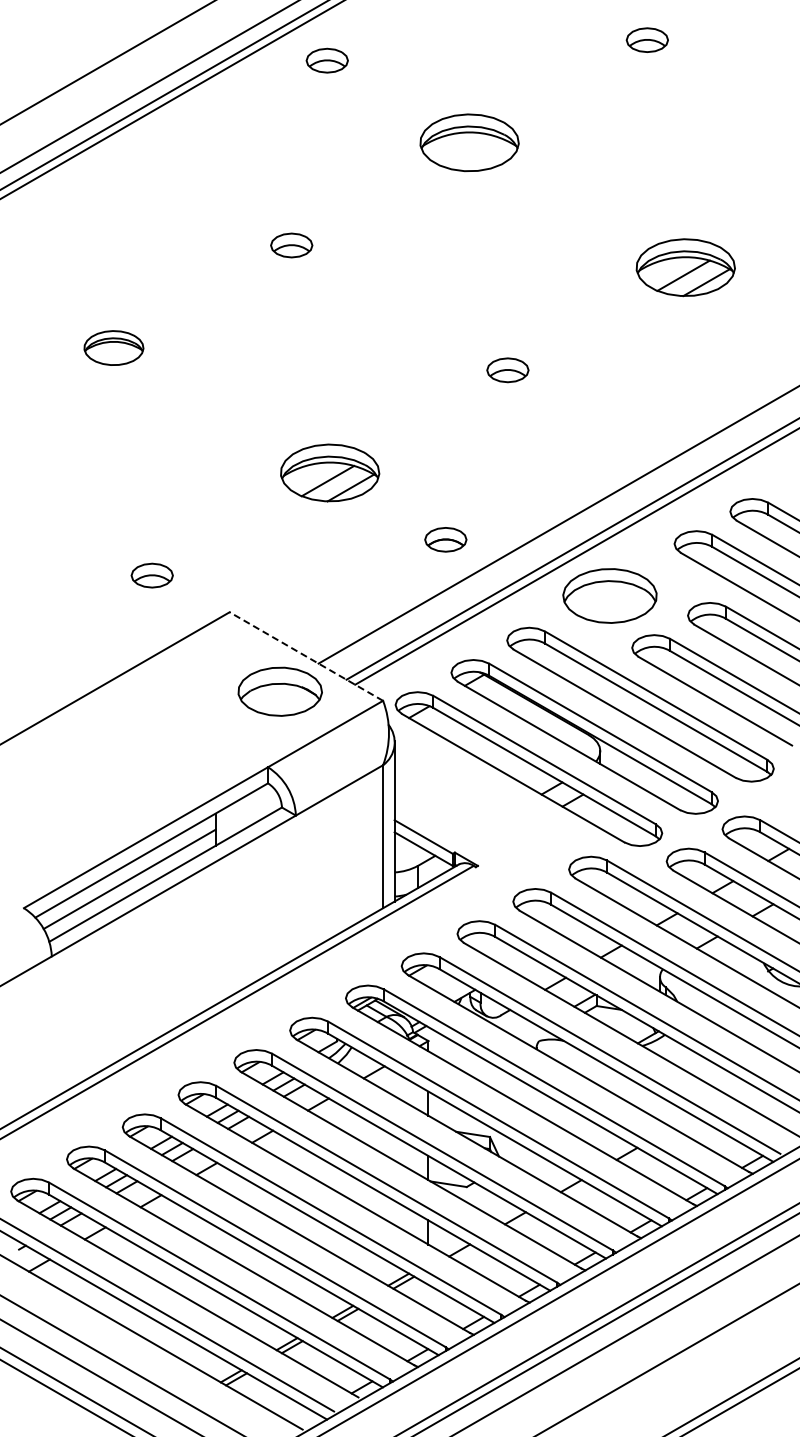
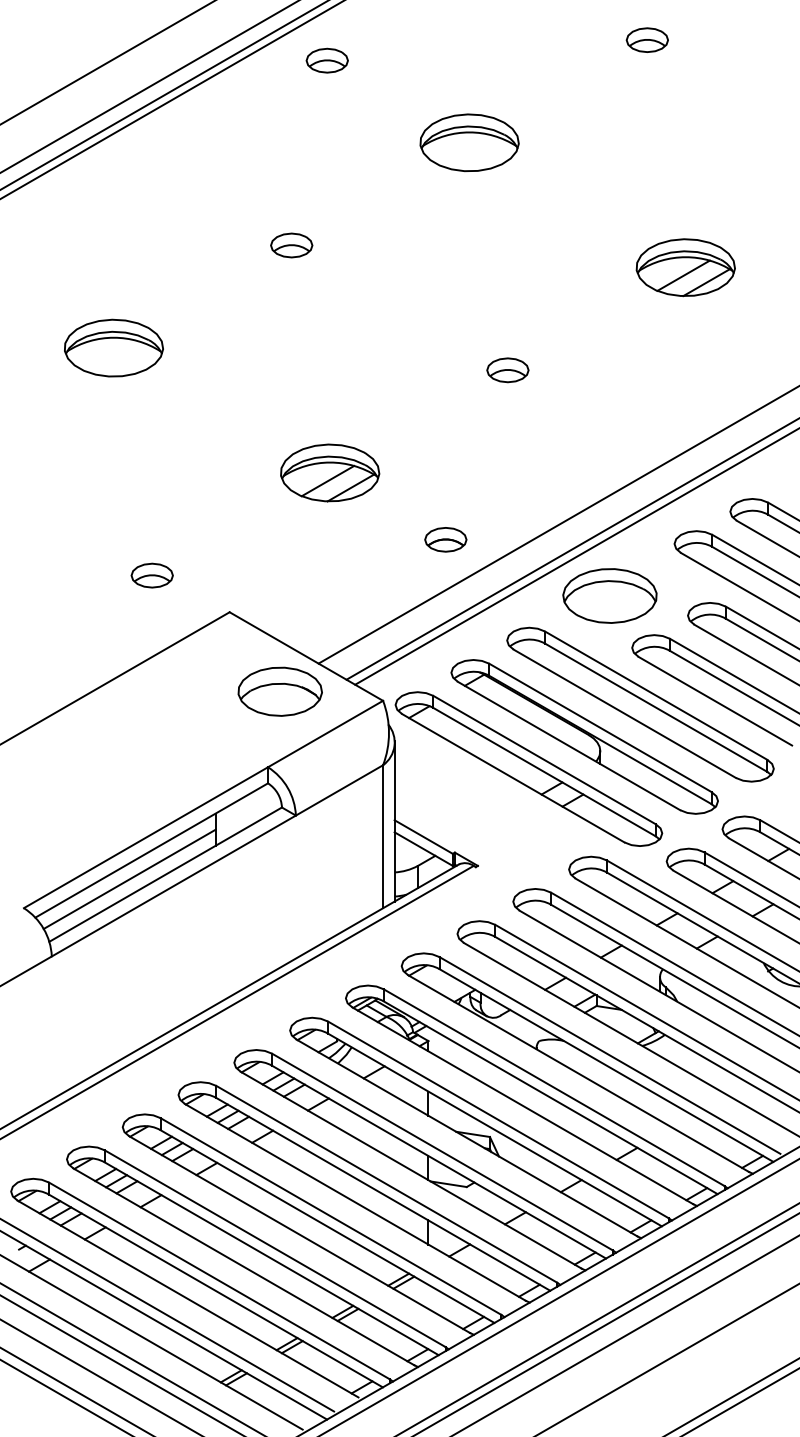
part at (113, 347) size: 62x36 px -> 100x60 px
line at (306, 656): dashed -> solid
line at (131, 1358): none -> present
